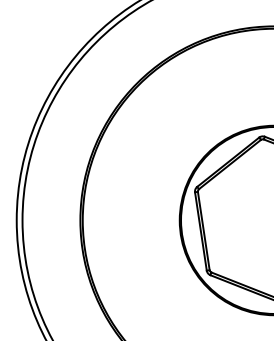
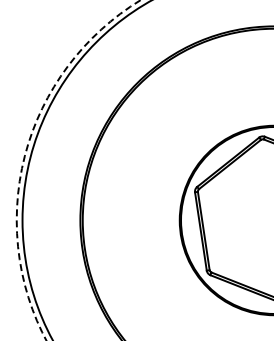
circle at (78, 170): solid -> dashed
